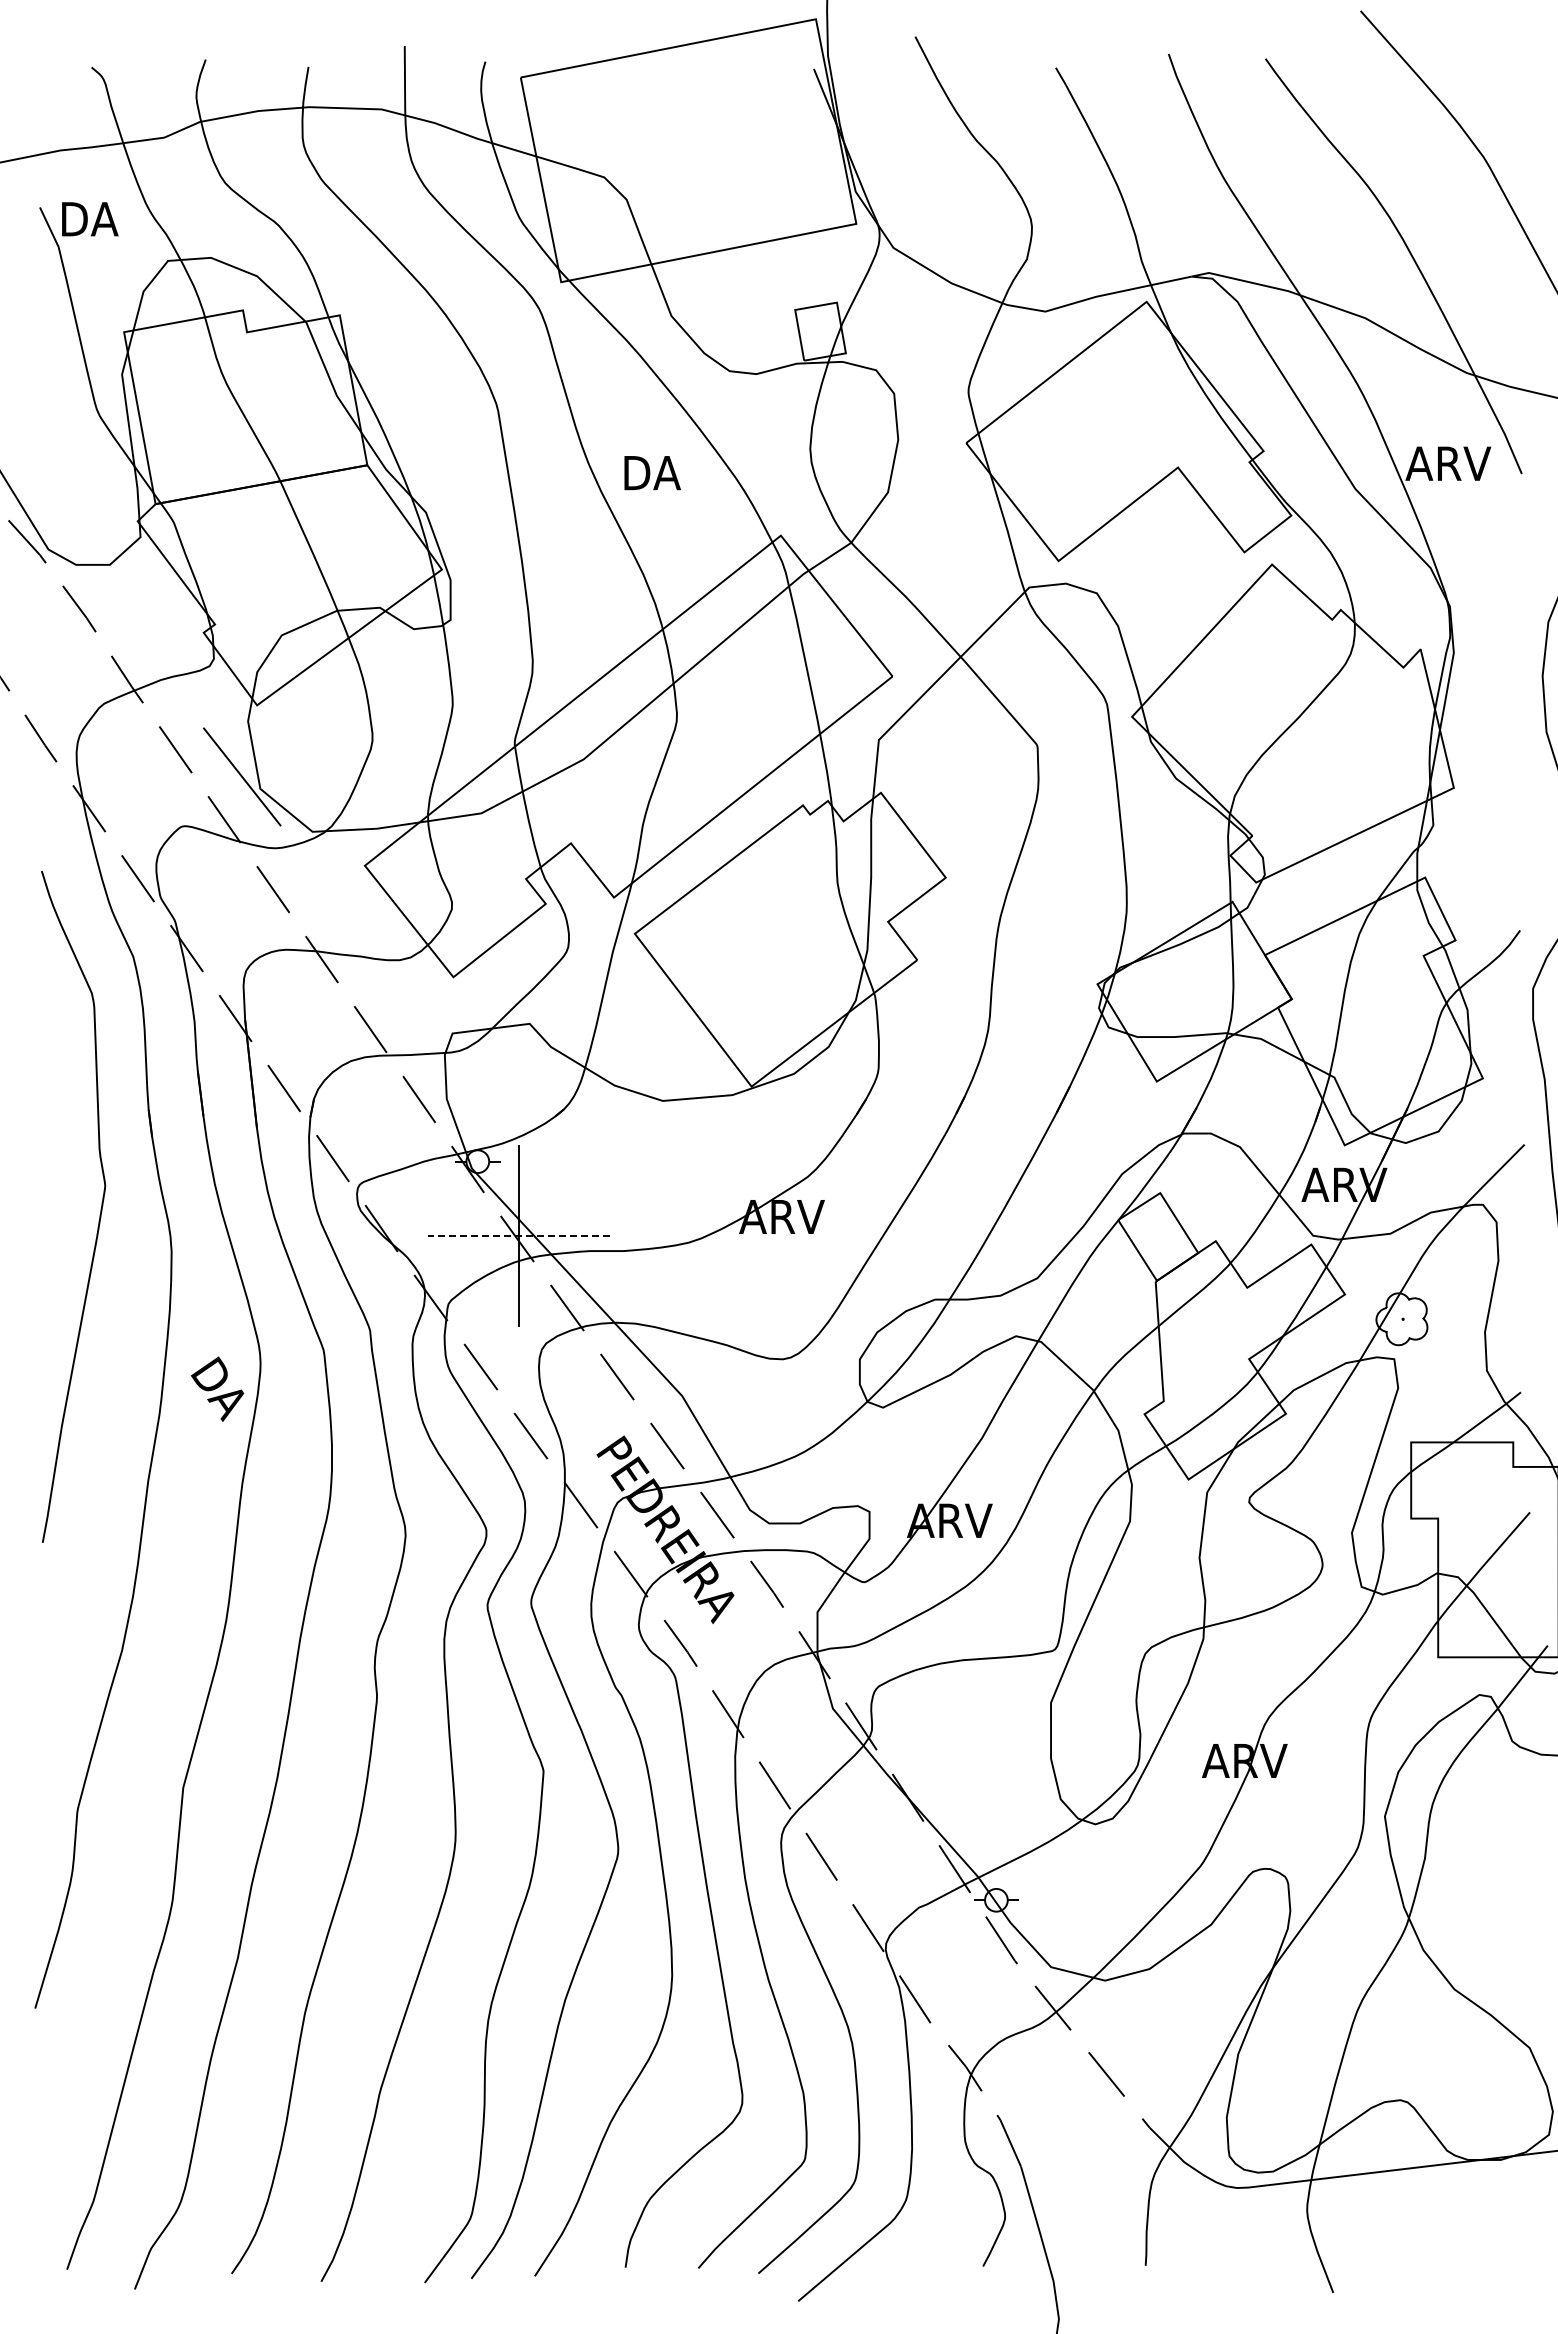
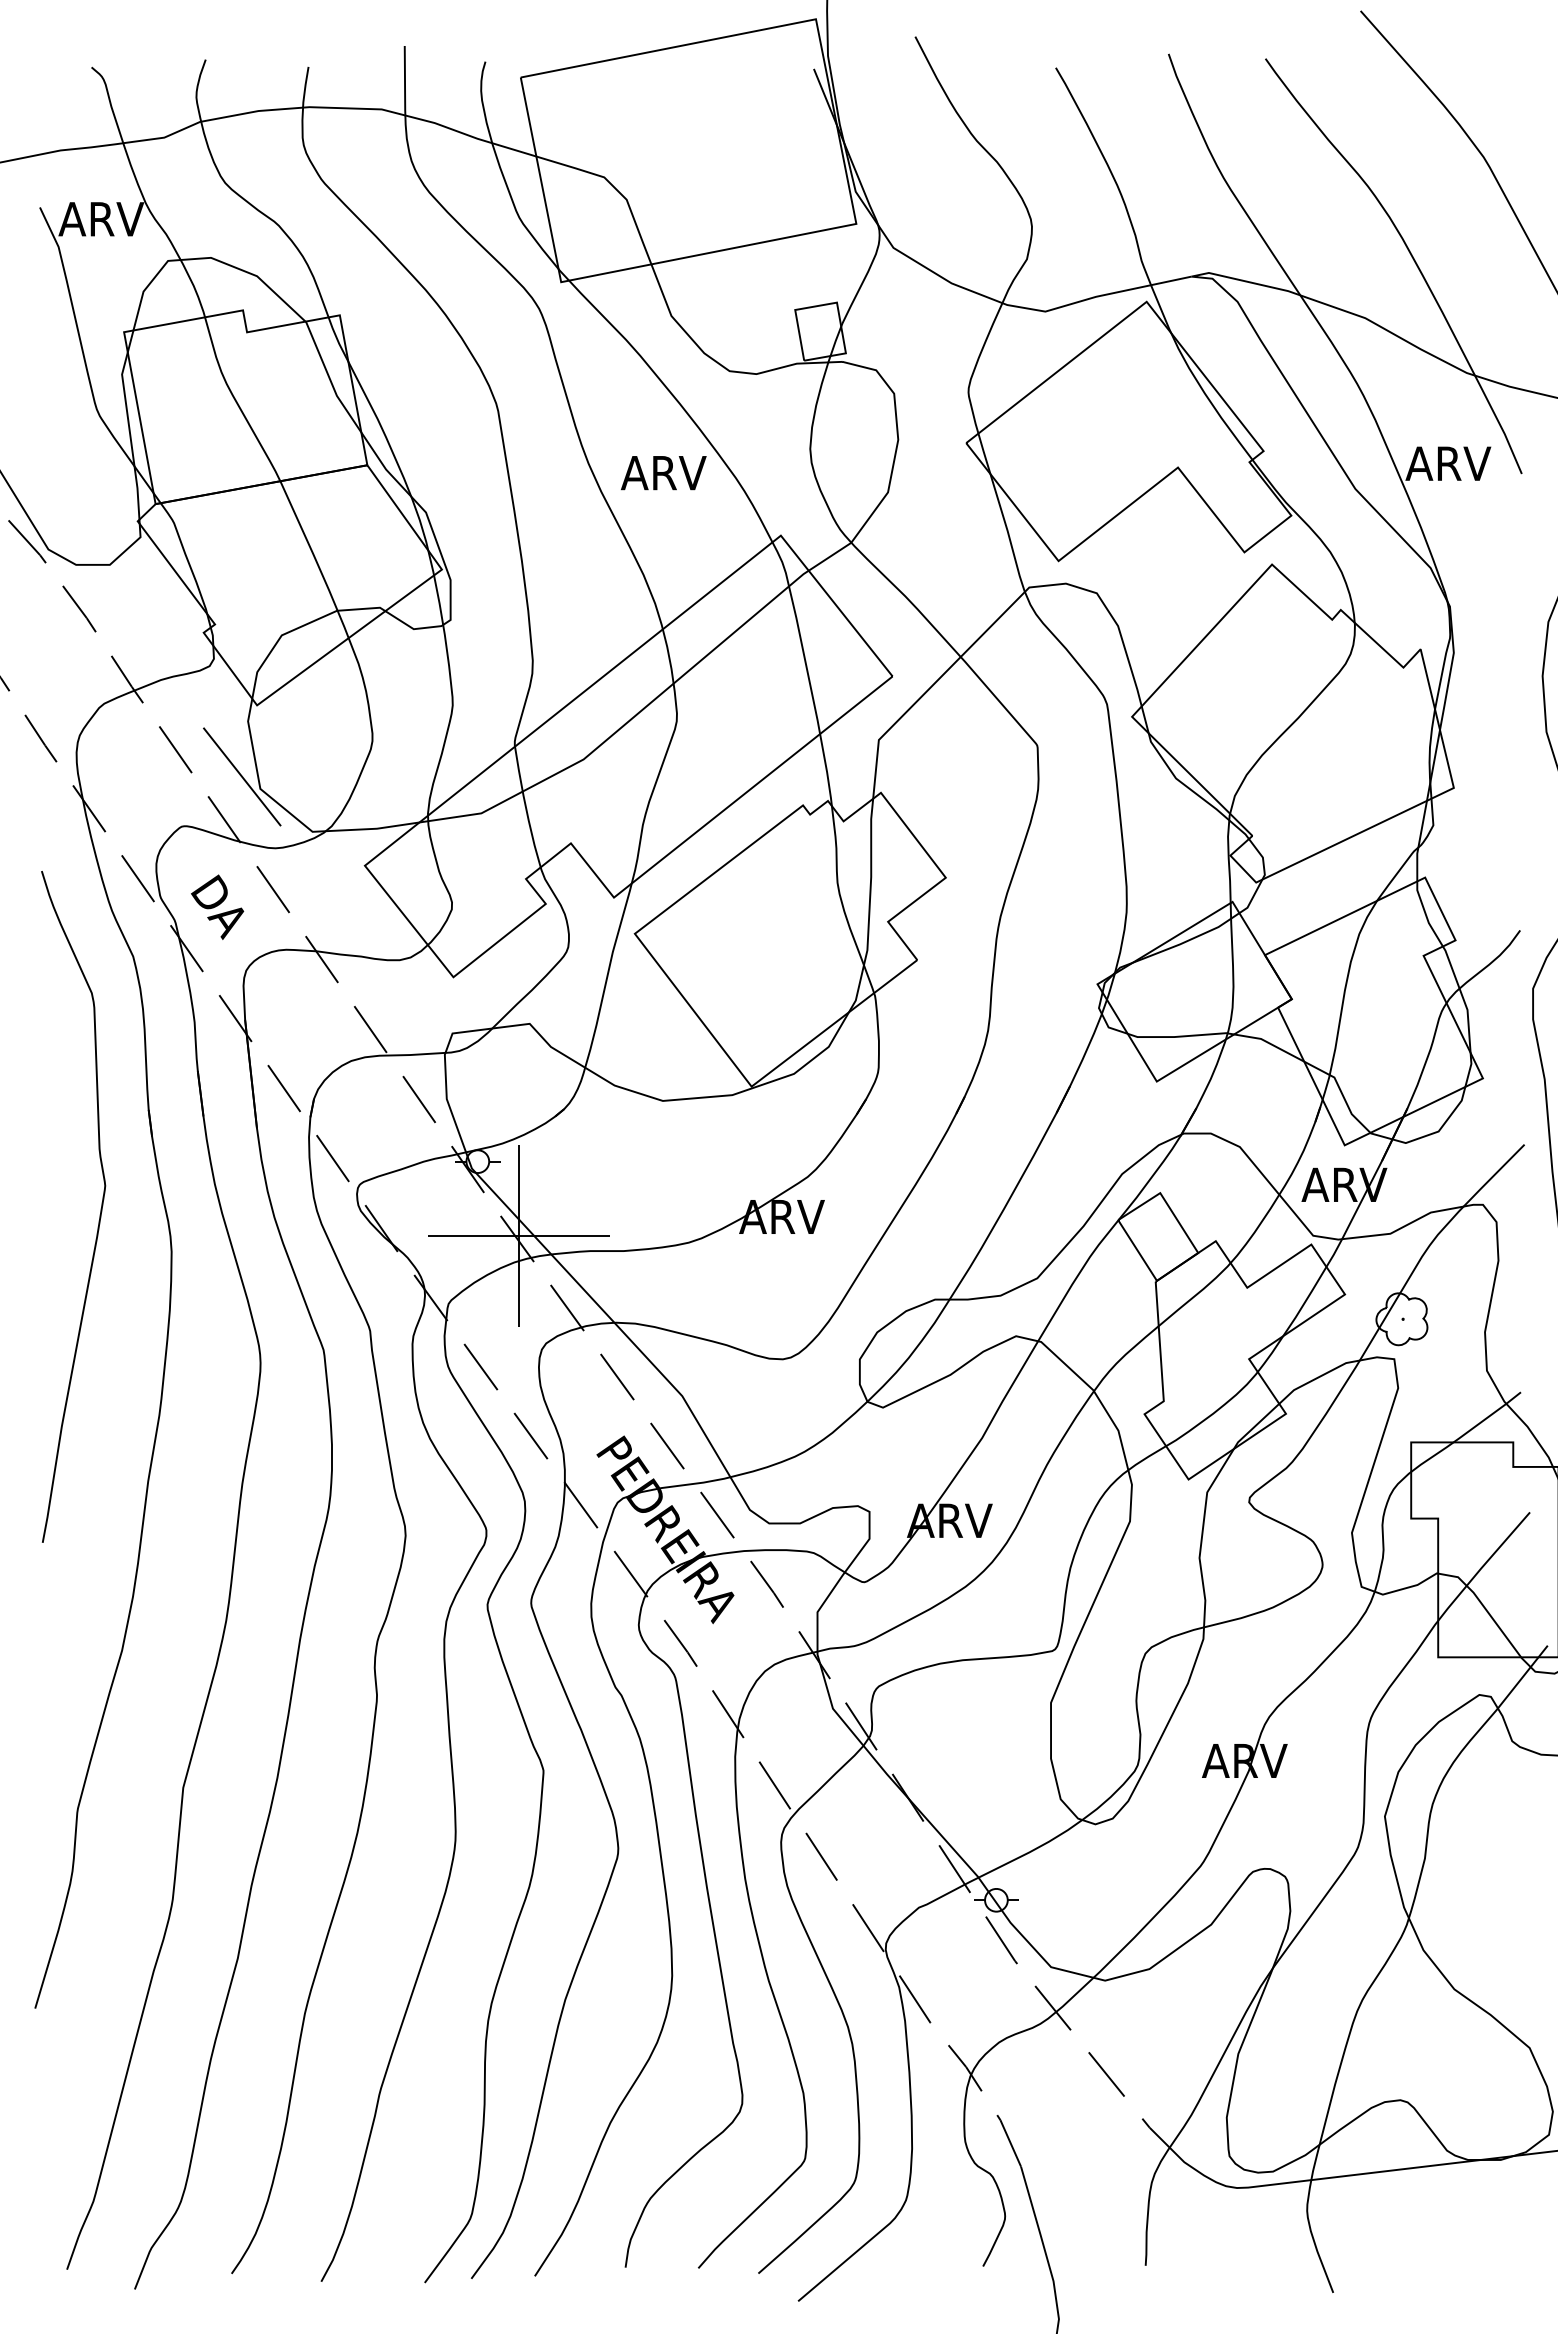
text at (101, 219): DA -> ARV
text at (663, 473): DA -> ARV
line at (518, 1235): dashed -> solid
text at (217, 1388) position: (217, 1388) -> (217, 906)
